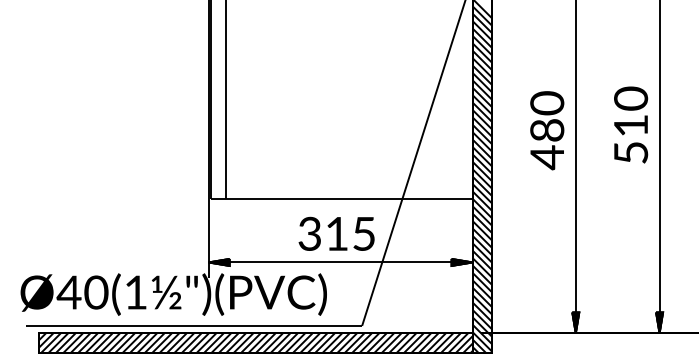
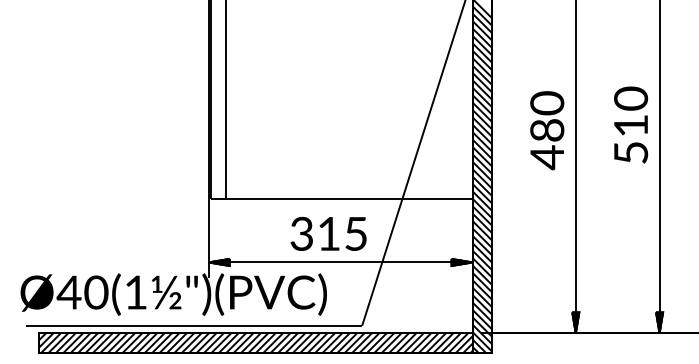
text at (336, 233) position: (336, 233) -> (328, 233)
